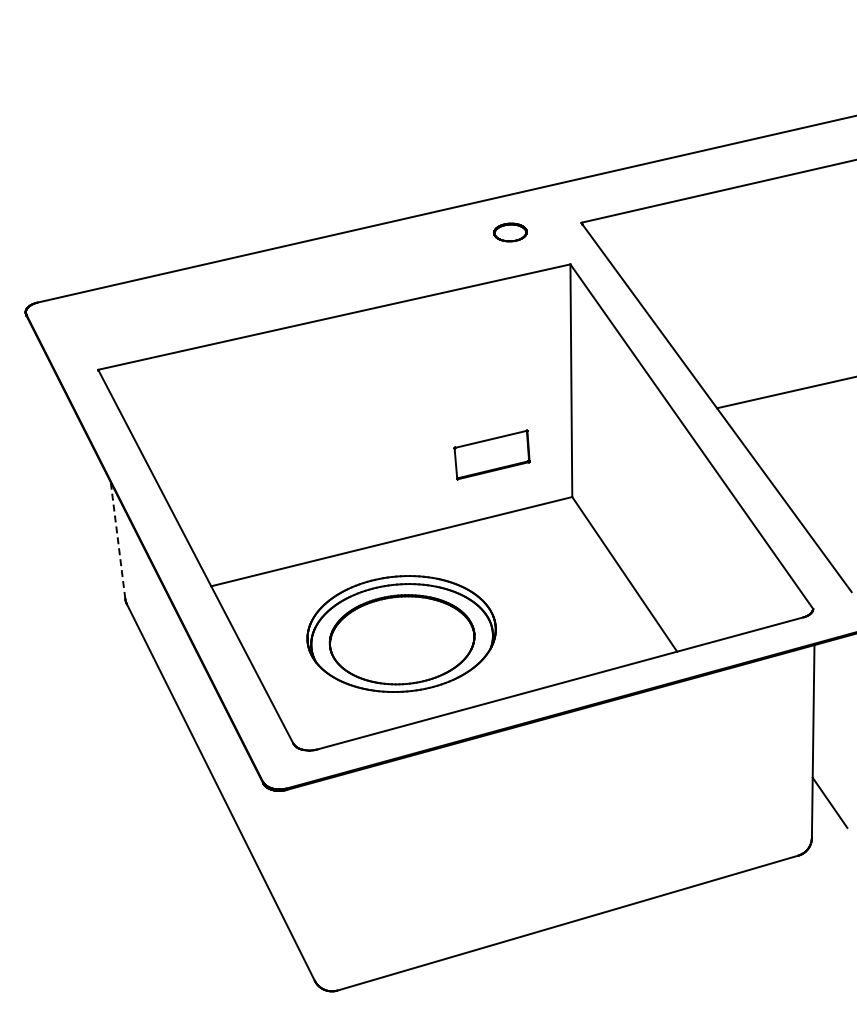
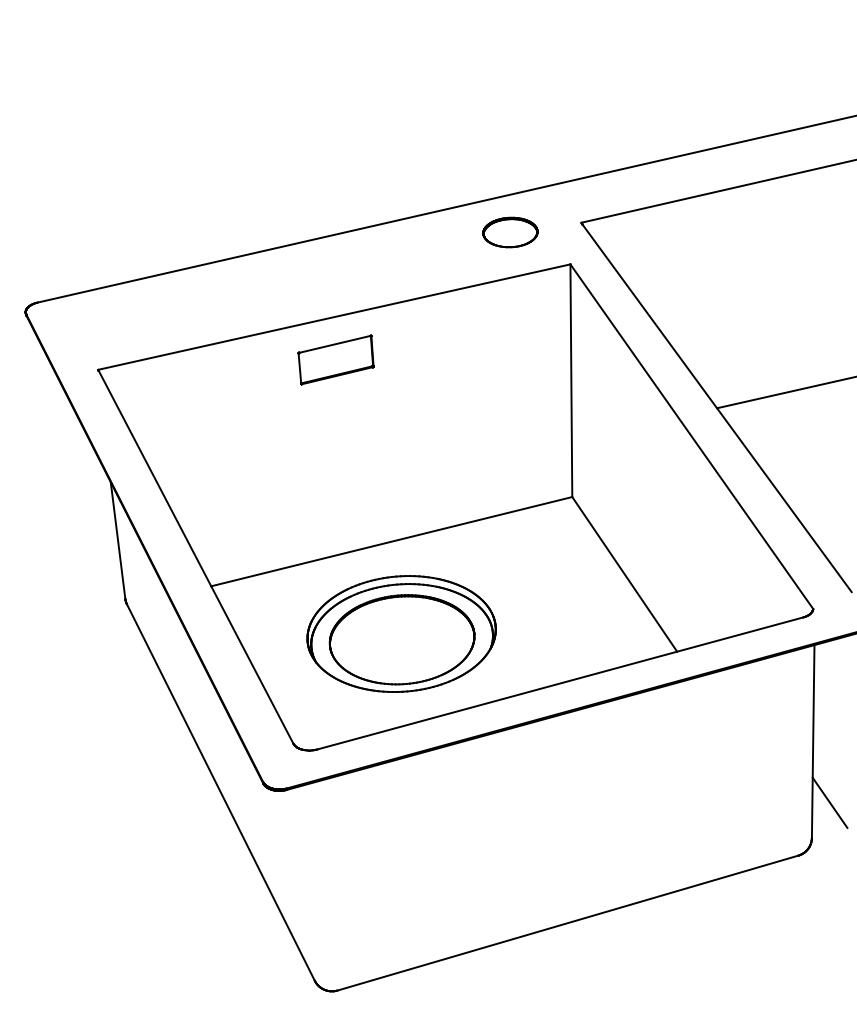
part at (510, 232) size: 35x21 px -> 57x33 px
part at (491, 454) position: (491, 454) -> (335, 359)
line at (118, 540): dashed -> solid
